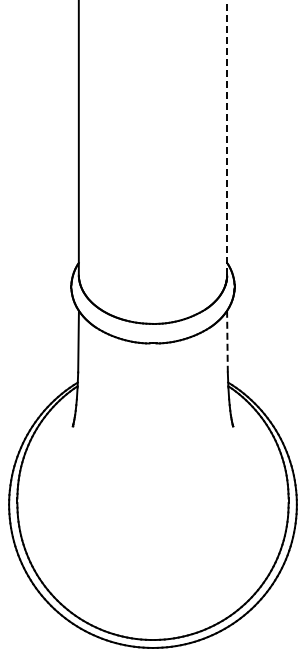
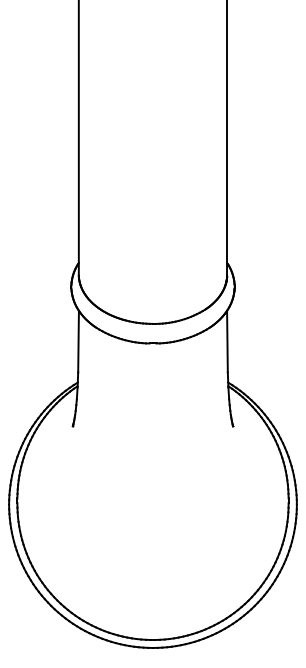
line at (227, 137): dashed -> solid
line at (227, 341): dashed -> solid
